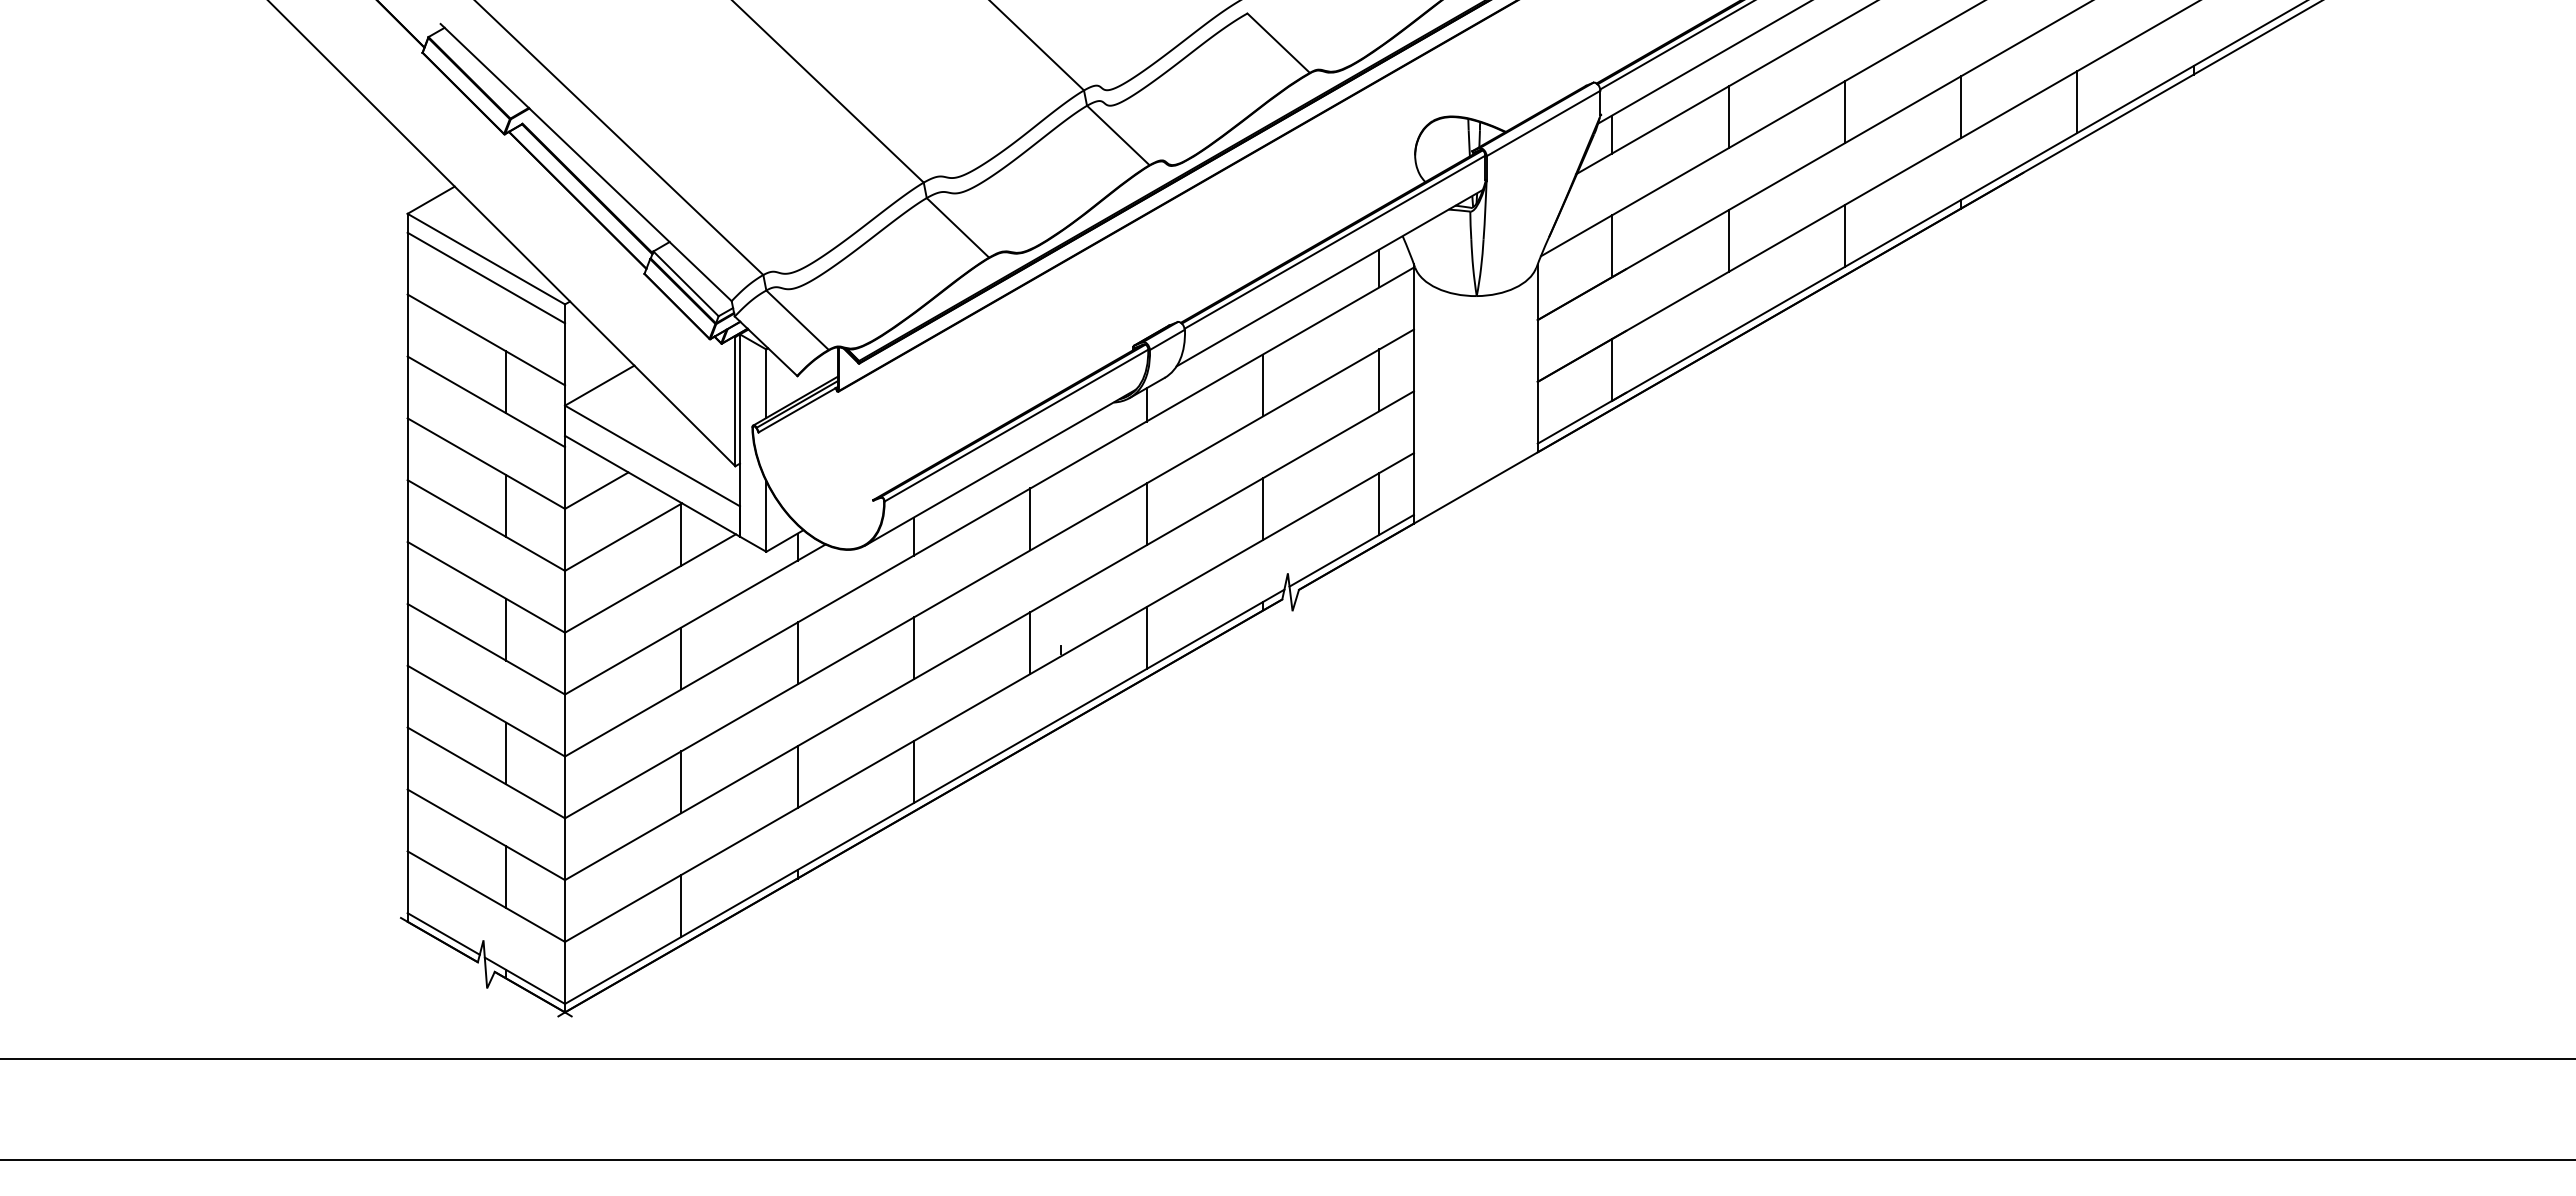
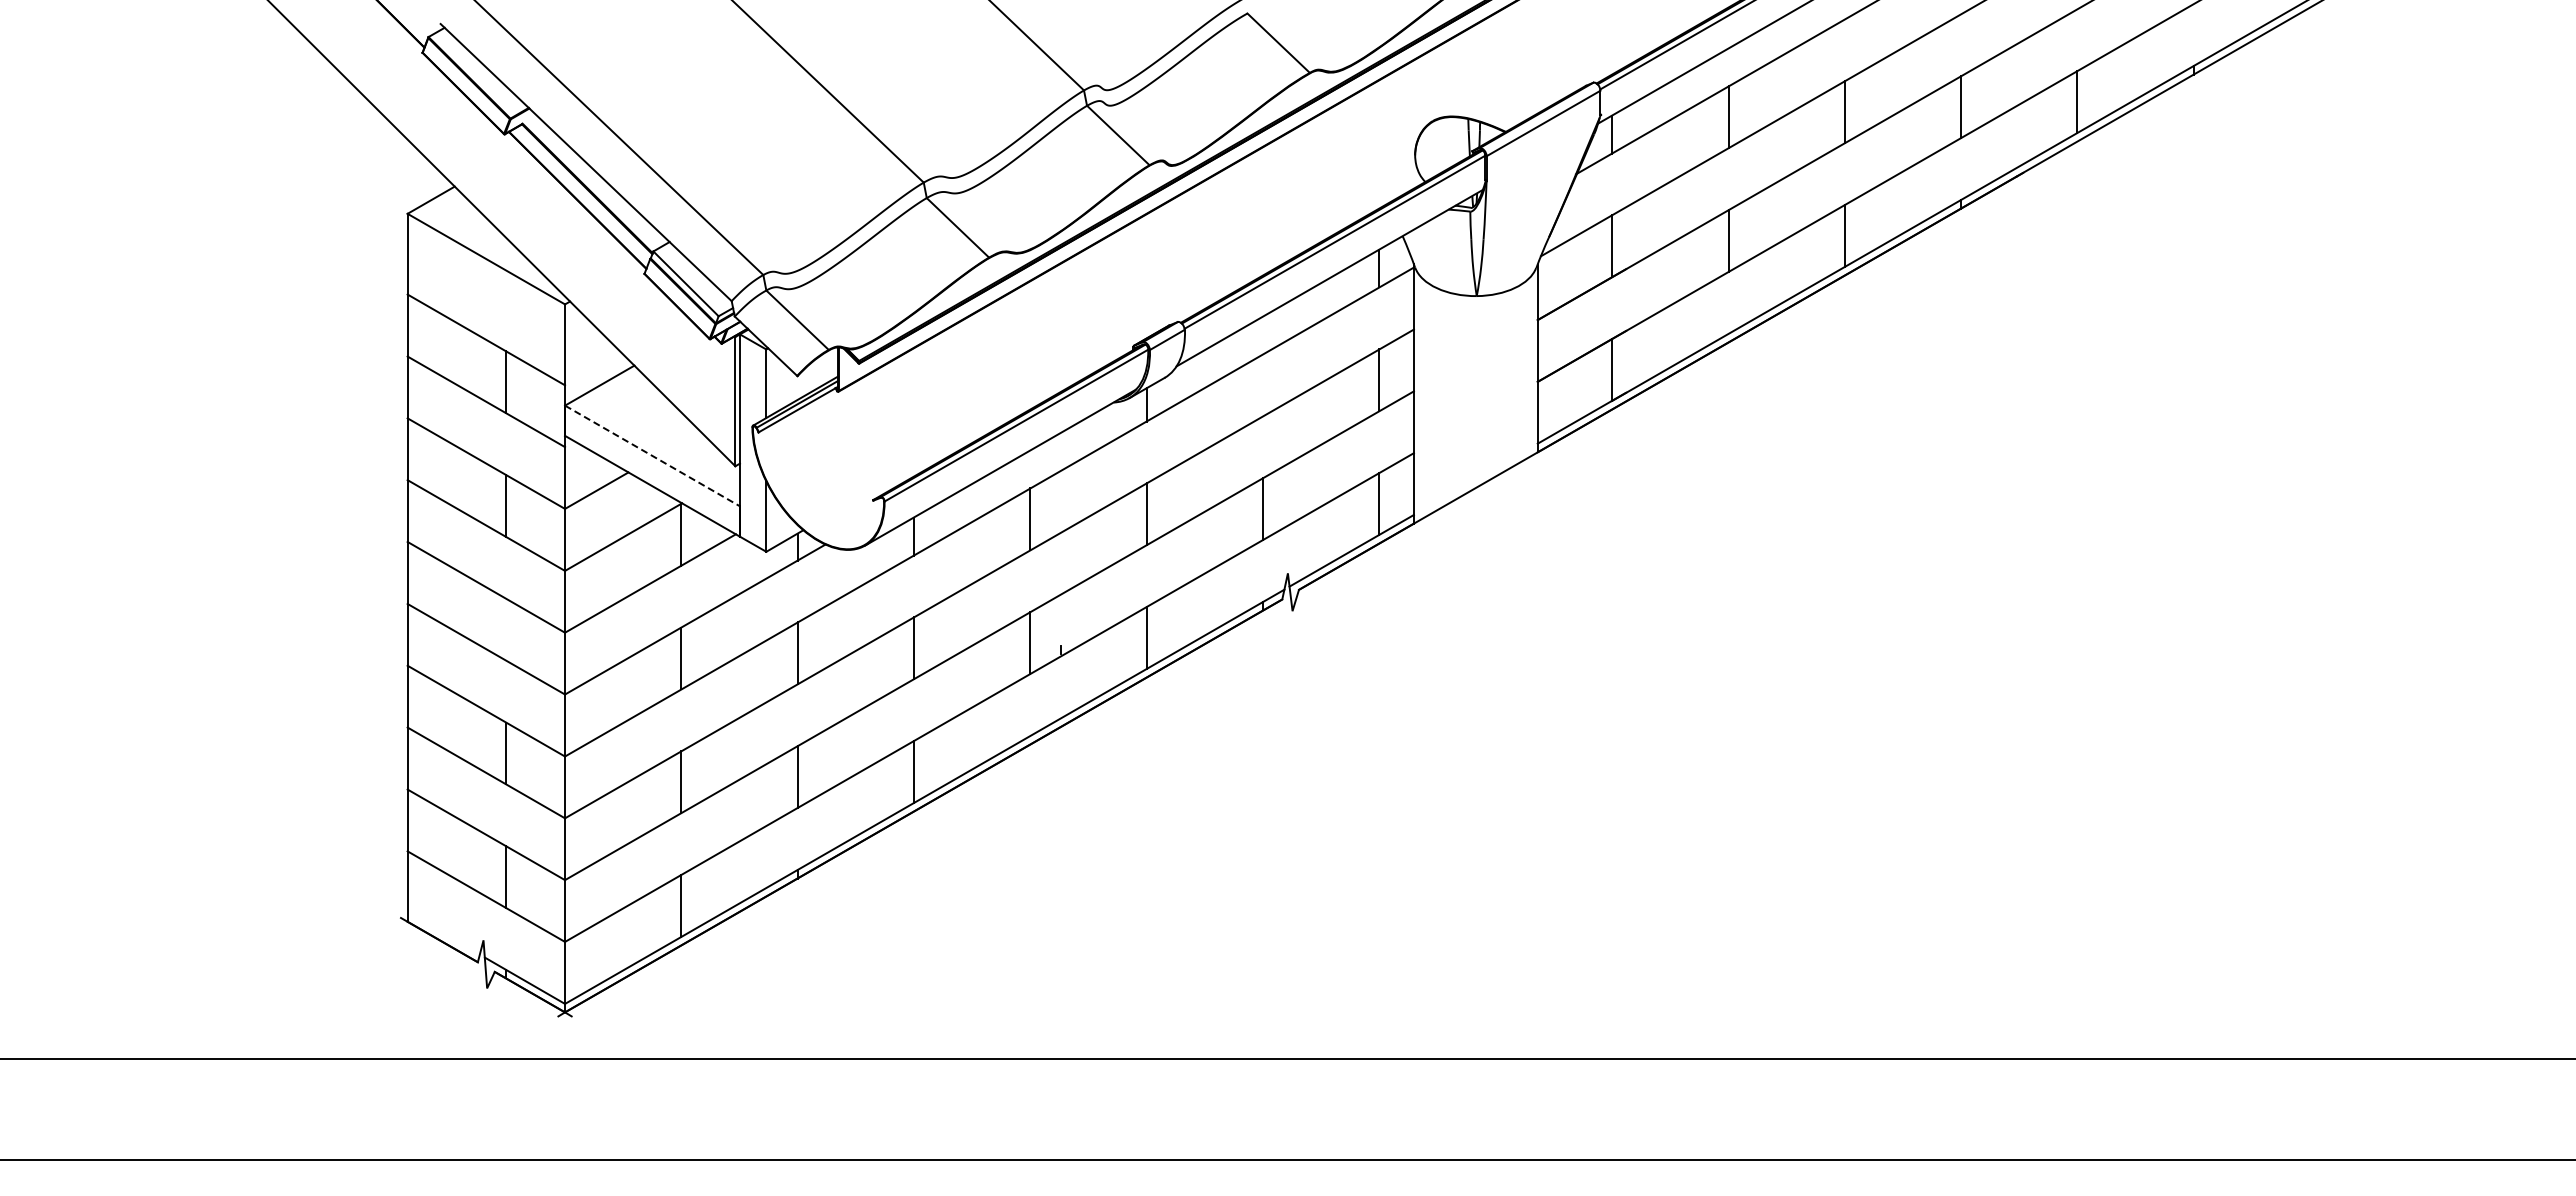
line at (486, 277): present -> none
line at (1263, 385): present -> none
line at (652, 455): solid -> dashed
line at (506, 629): present -> none
line at (443, 933): present -> none
